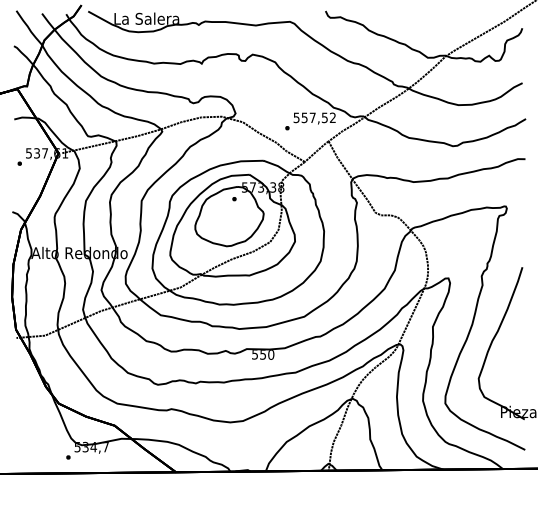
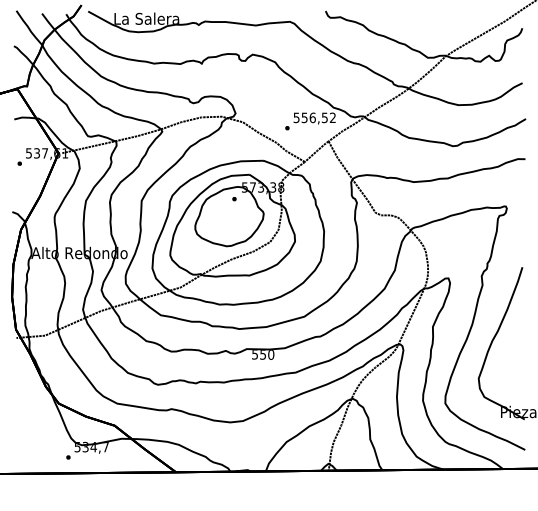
text at (312, 117): 557,52 -> 556,52
